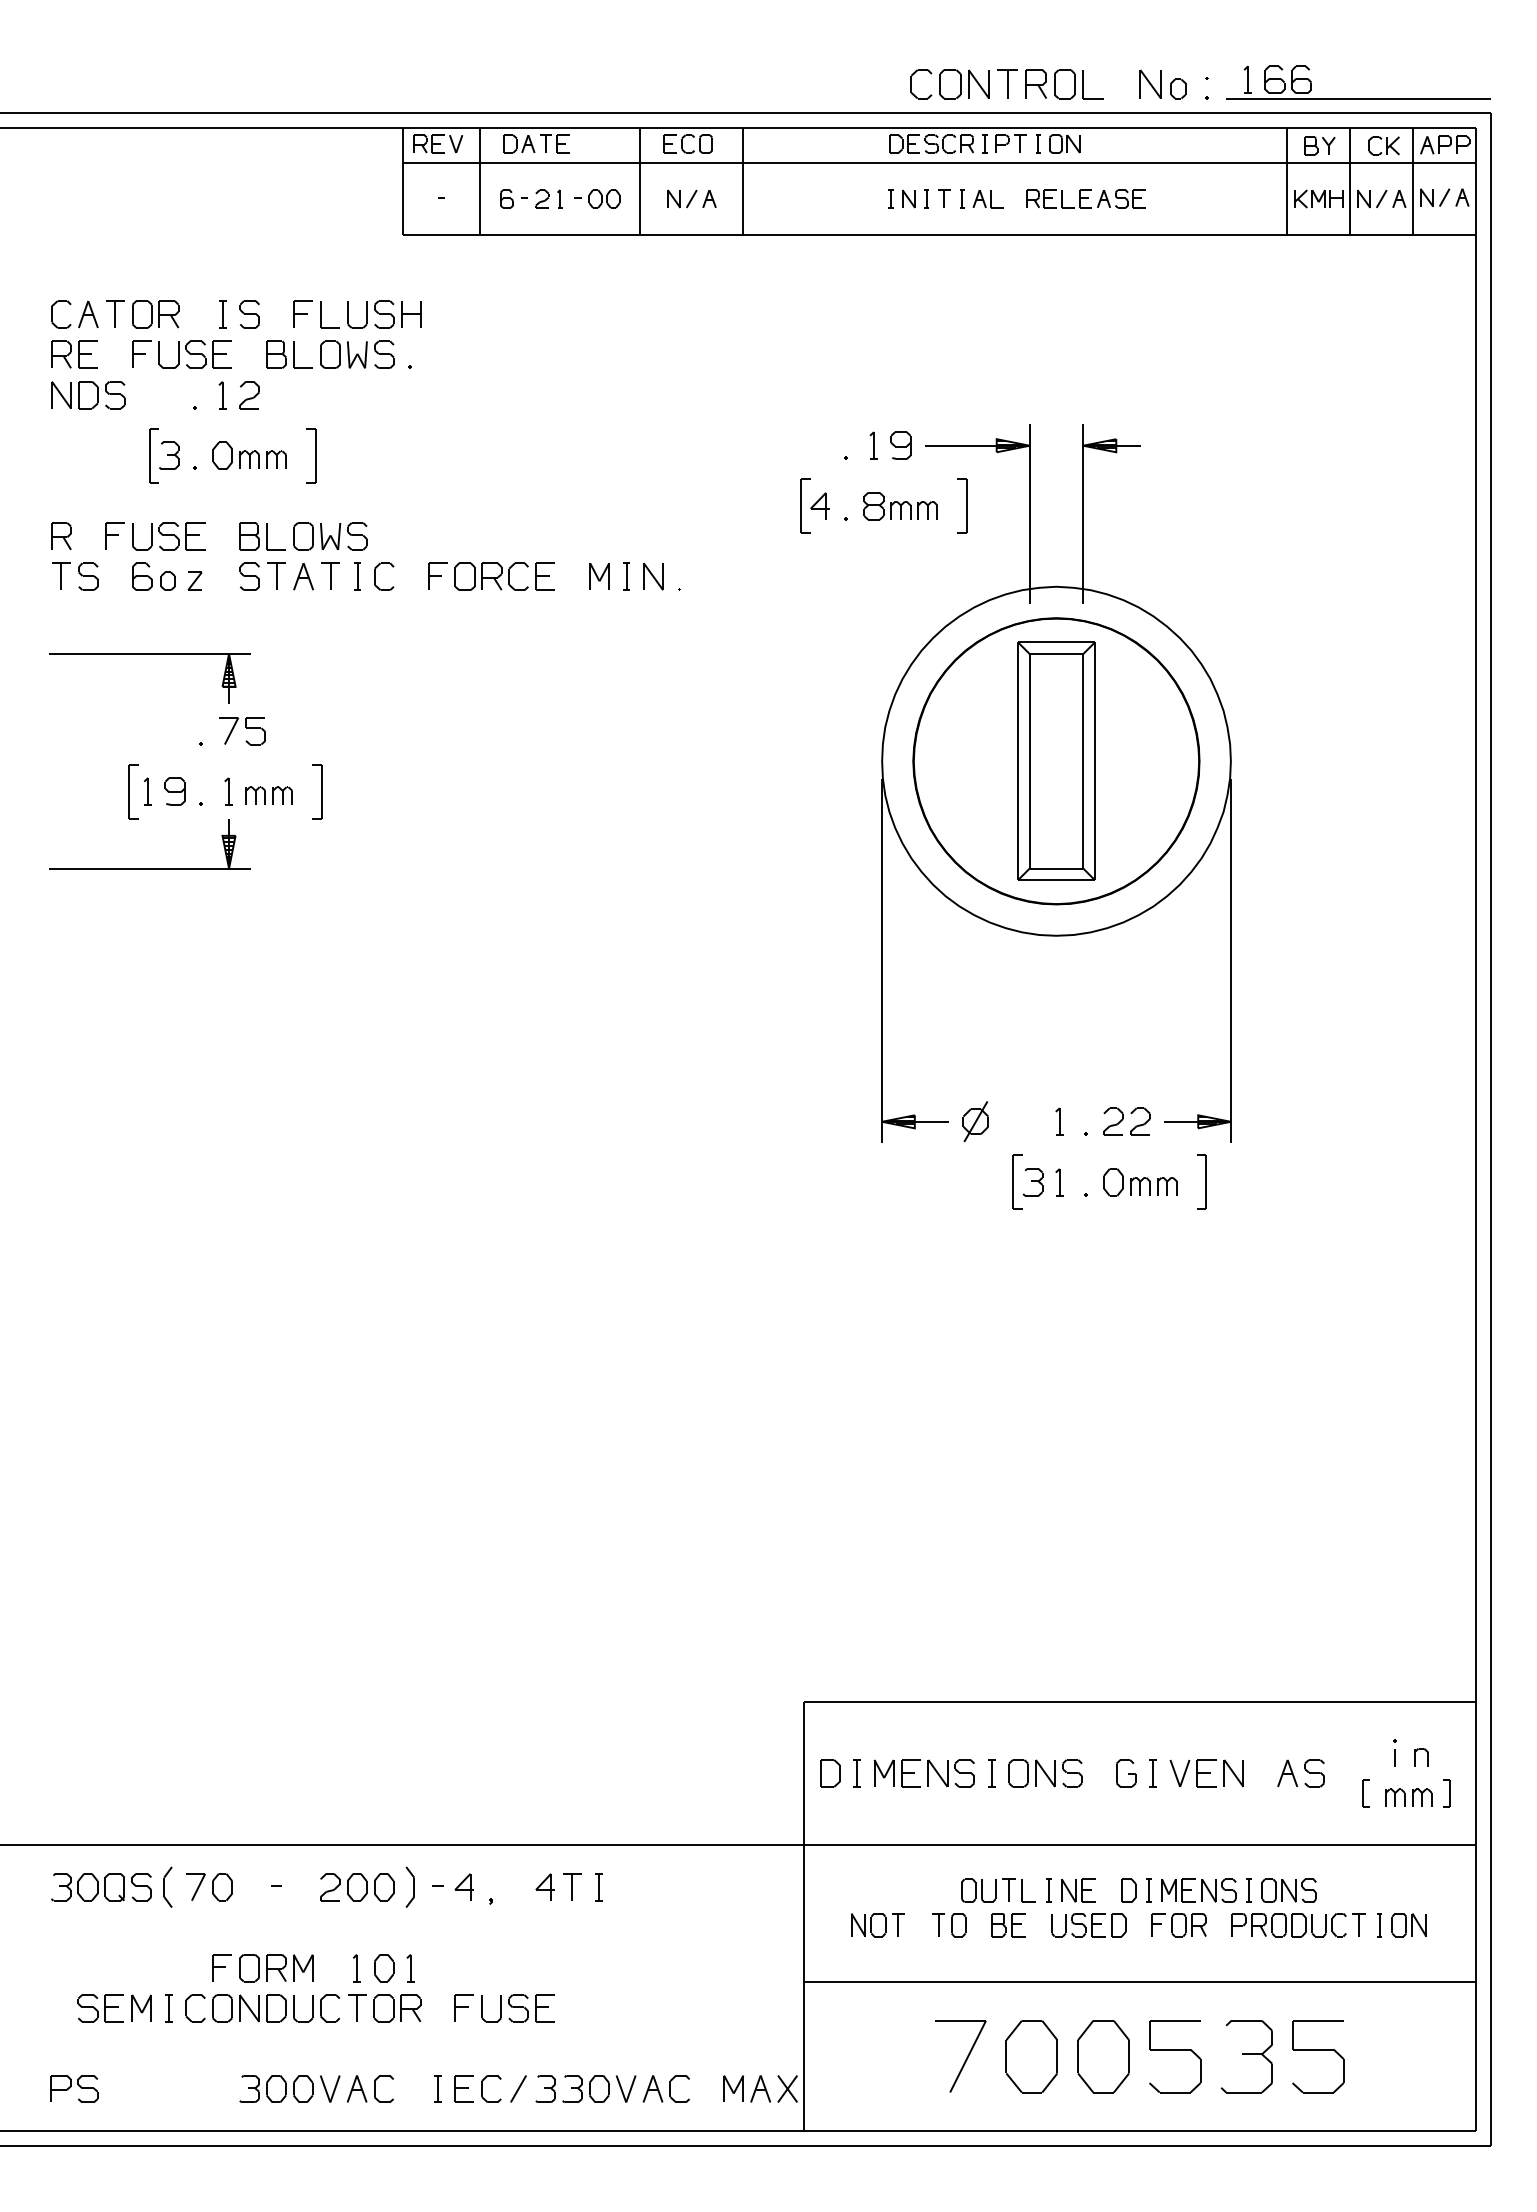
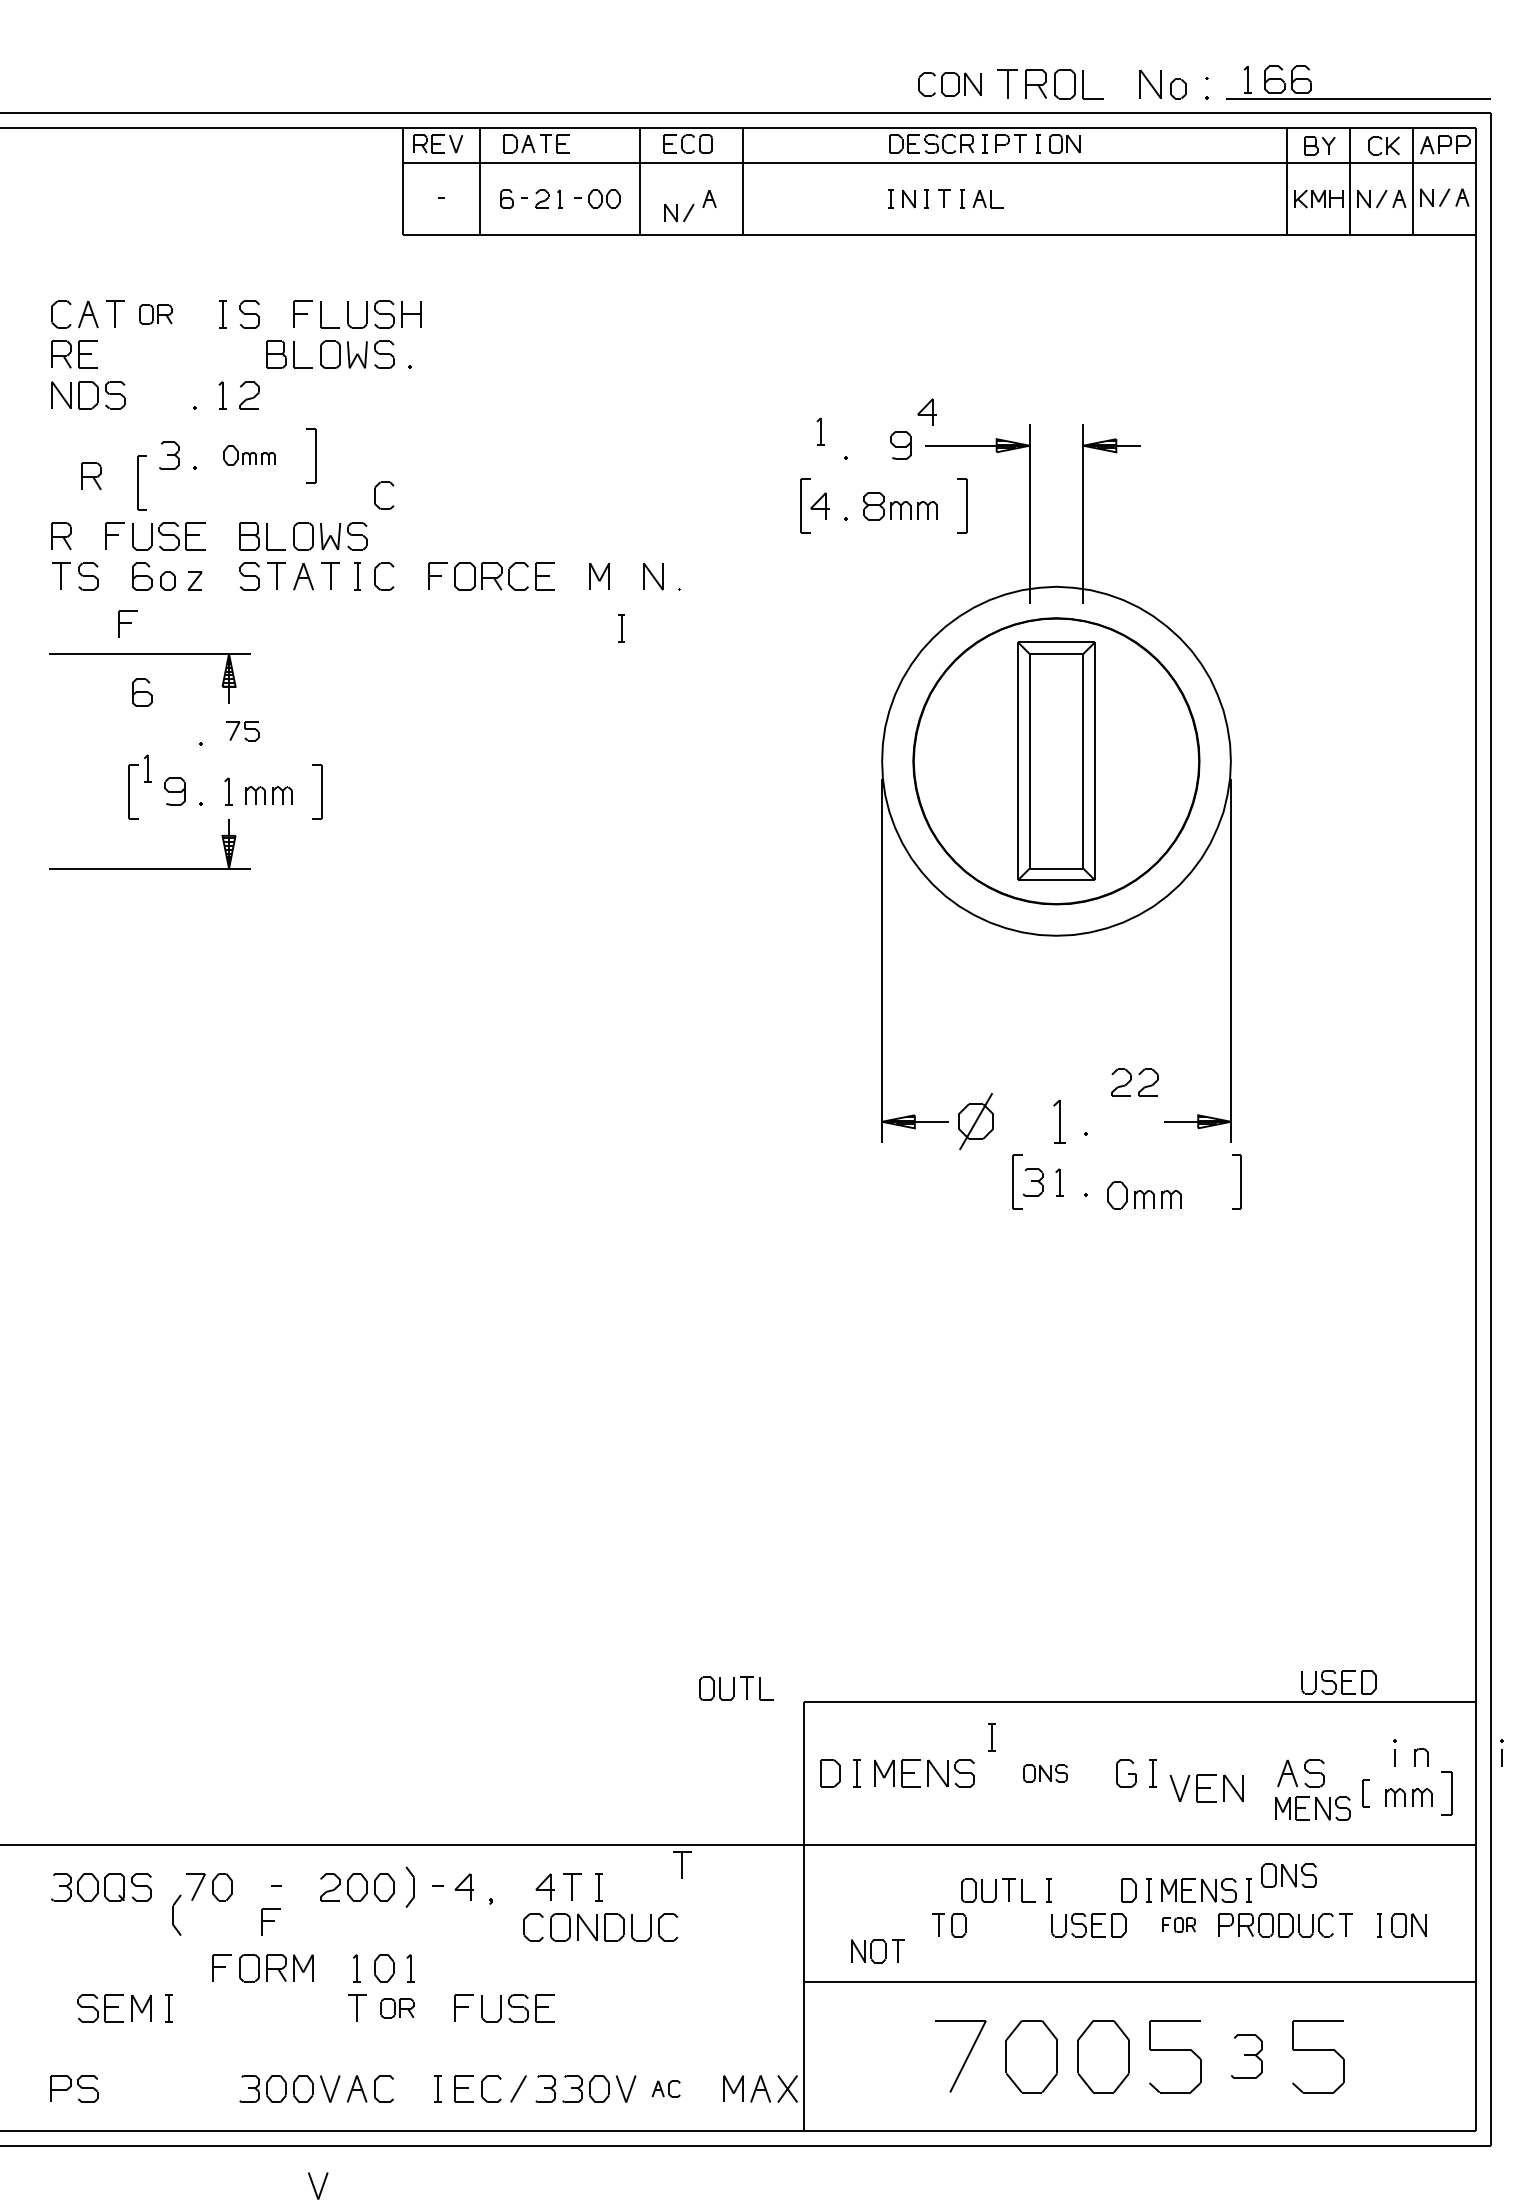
part at (949, 84) size: 80x31 px -> 64x25 px
part at (682, 198) position: (682, 198) -> (679, 212)
part at (1085, 198): present -> none
part at (155, 314) size: 48x29 px -> 34x21 px
part at (181, 354): present -> none
part at (926, 411): none -> present
part at (873, 445) position: (873, 445) -> (820, 431)
part at (153, 455) position: (153, 455) -> (141, 482)
part at (249, 455) size: 75x29 px -> 53x21 px
part at (91, 476): none -> present
part at (375, 495): none -> present
part at (626, 576) position: (626, 576) -> (621, 628)
part at (127, 623): none -> present
part at (142, 692): none -> present
part at (242, 731) size: 47x29 px -> 34x21 px
part at (147, 791) position: (147, 791) -> (147, 768)
part at (975, 1121) size: 27x42 px -> 36x58 px
part at (1059, 1121) size: 9x29 px -> 13x45 px
part at (1126, 1121) position: (1126, 1121) -> (1134, 1082)
part at (1201, 1181) position: (1201, 1181) -> (1236, 1181)
part at (1140, 1182) position: (1140, 1182) -> (1144, 1195)
part at (1338, 1682): none -> present
part at (736, 1688): none -> present
part at (1501, 1752): none -> present
part at (991, 1773) position: (991, 1773) -> (991, 1737)
part at (1045, 1773) size: 75x29 px -> 45x19 px
part at (1206, 1773) position: (1206, 1773) -> (1206, 1788)
part at (1446, 1793) size: 8x29 px -> 12x45 px
part at (1312, 1808): none -> present
part at (682, 1864): none -> present
part at (167, 1886) position: (167, 1886) -> (176, 1914)
part at (1078, 1890): present -> none
part at (1288, 1890) position: (1288, 1890) -> (1288, 1875)
part at (270, 1921): none -> present
part at (877, 1925) position: (877, 1925) -> (877, 1951)
part at (1008, 1925): present -> none
part at (1178, 1925) size: 56x25 px -> 34x16 px
part at (1298, 1925) position: (1298, 1925) -> (1285, 1925)
part at (262, 2008) position: (262, 2008) -> (600, 1927)
part at (397, 2008) size: 49x29 px -> 35x21 px
part at (1246, 2056) size: 53x74 px -> 32x45 px
part at (665, 2088) size: 48x28 px -> 30x18 px
part at (318, 2185): none -> present
